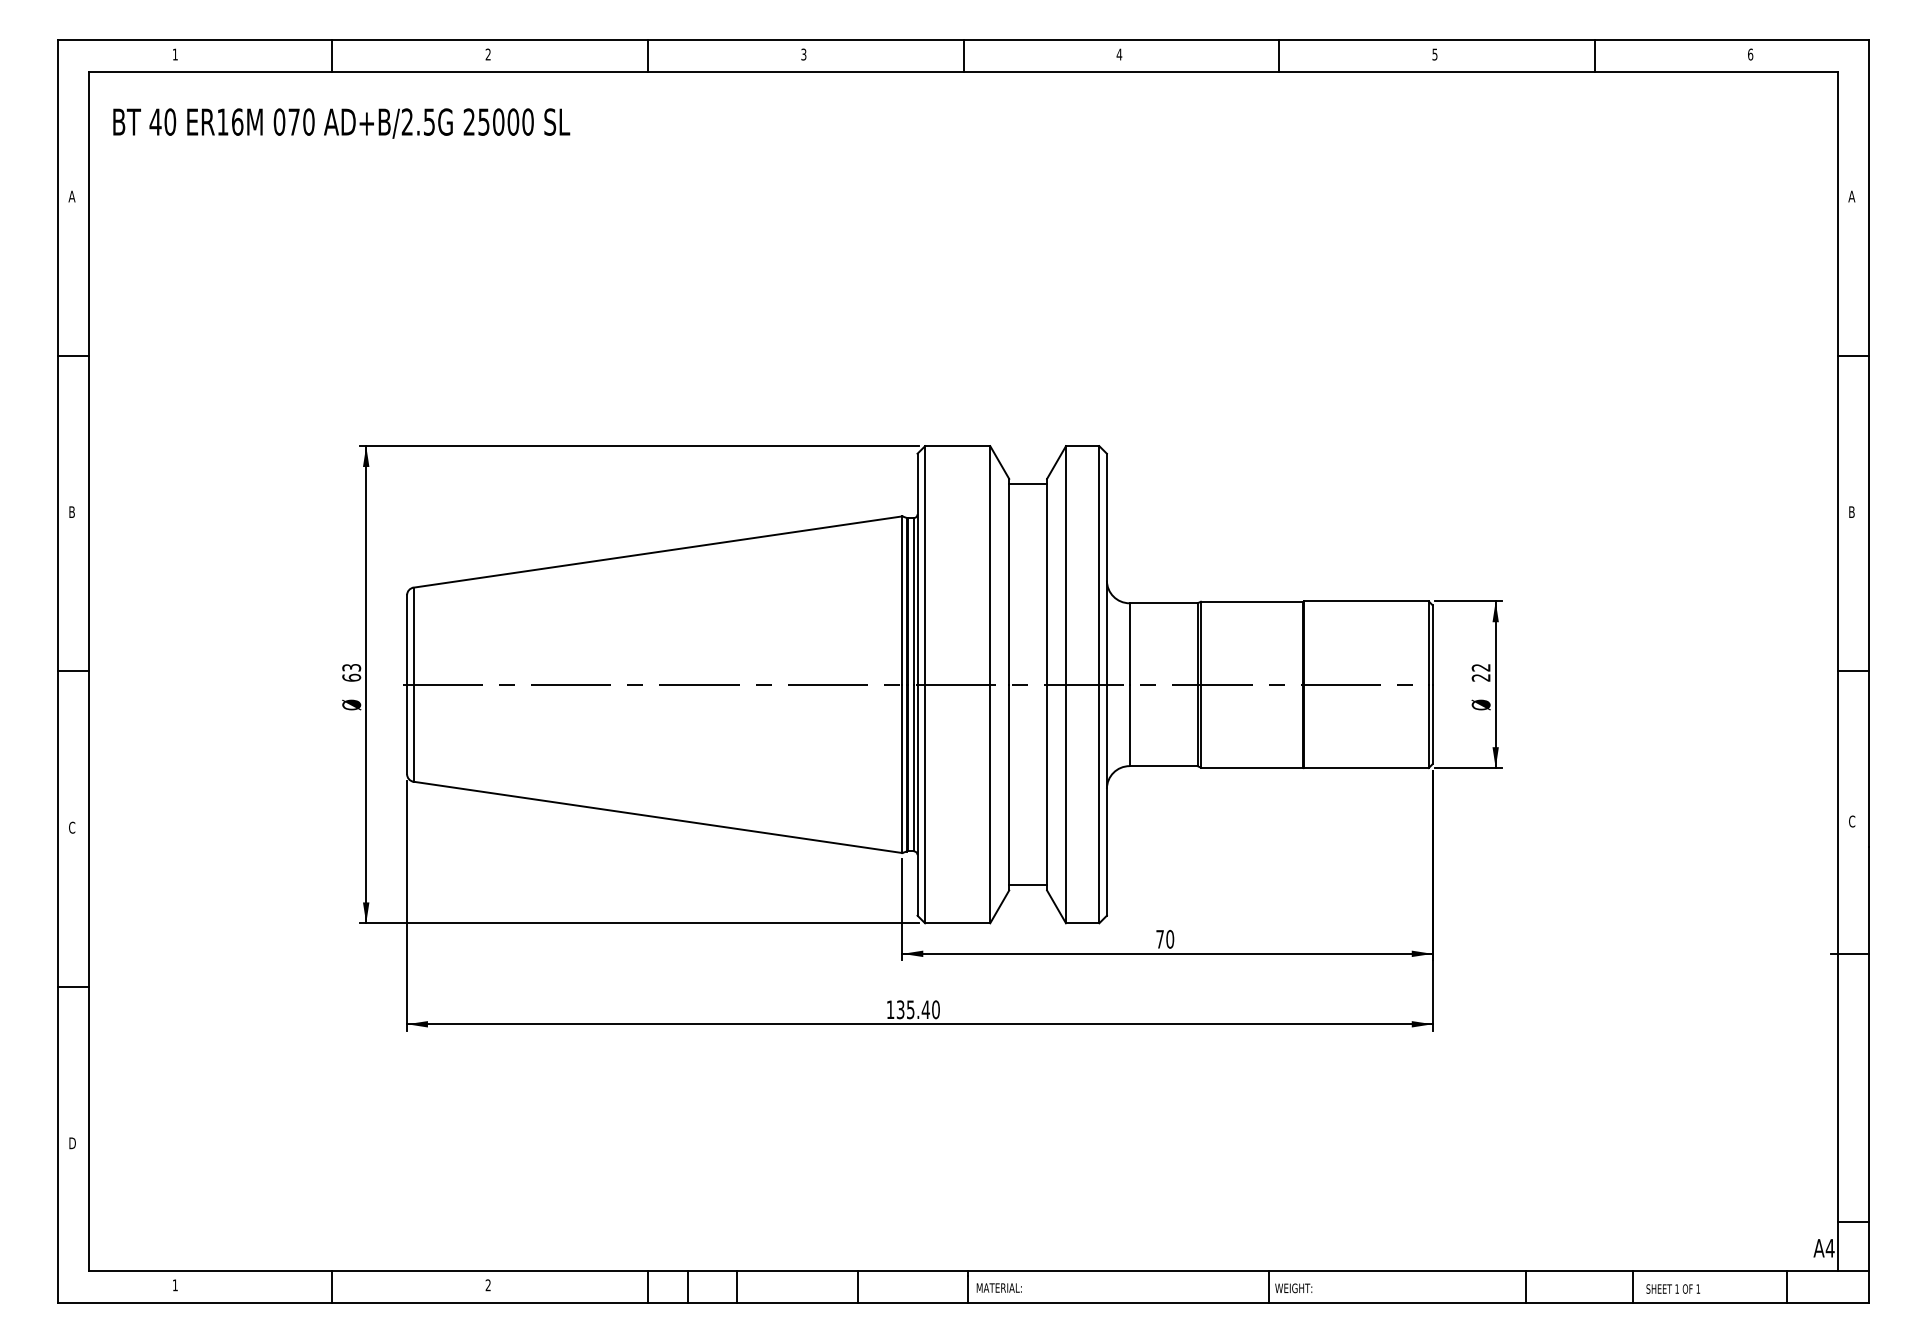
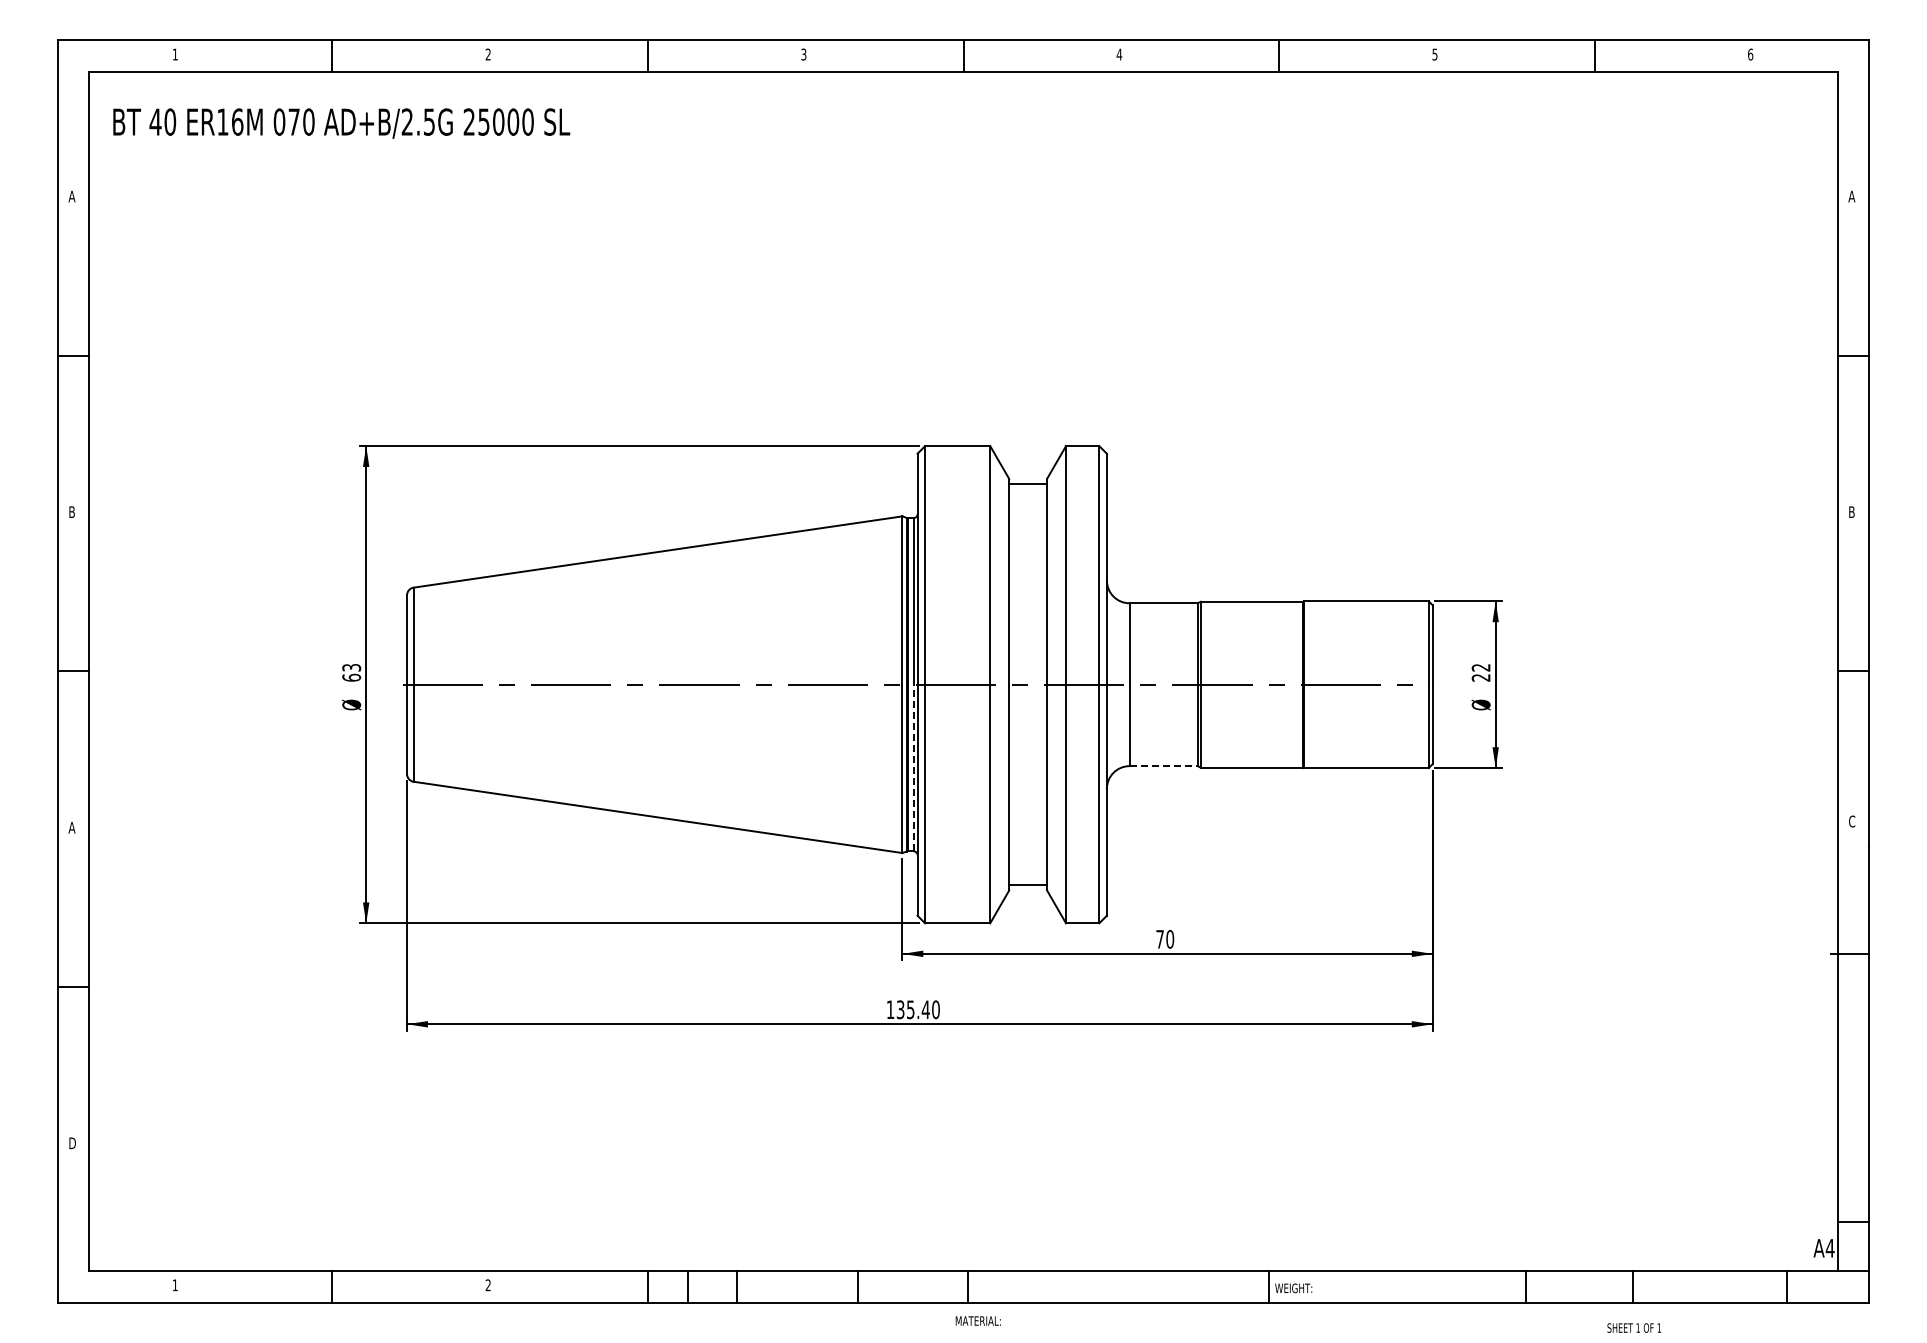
line at (1163, 766): solid -> dashed
line at (913, 767): solid -> dashed
text at (71, 827): C -> A
text at (998, 1287) position: (998, 1287) -> (977, 1320)
text at (1673, 1288) position: (1673, 1288) -> (1634, 1327)
